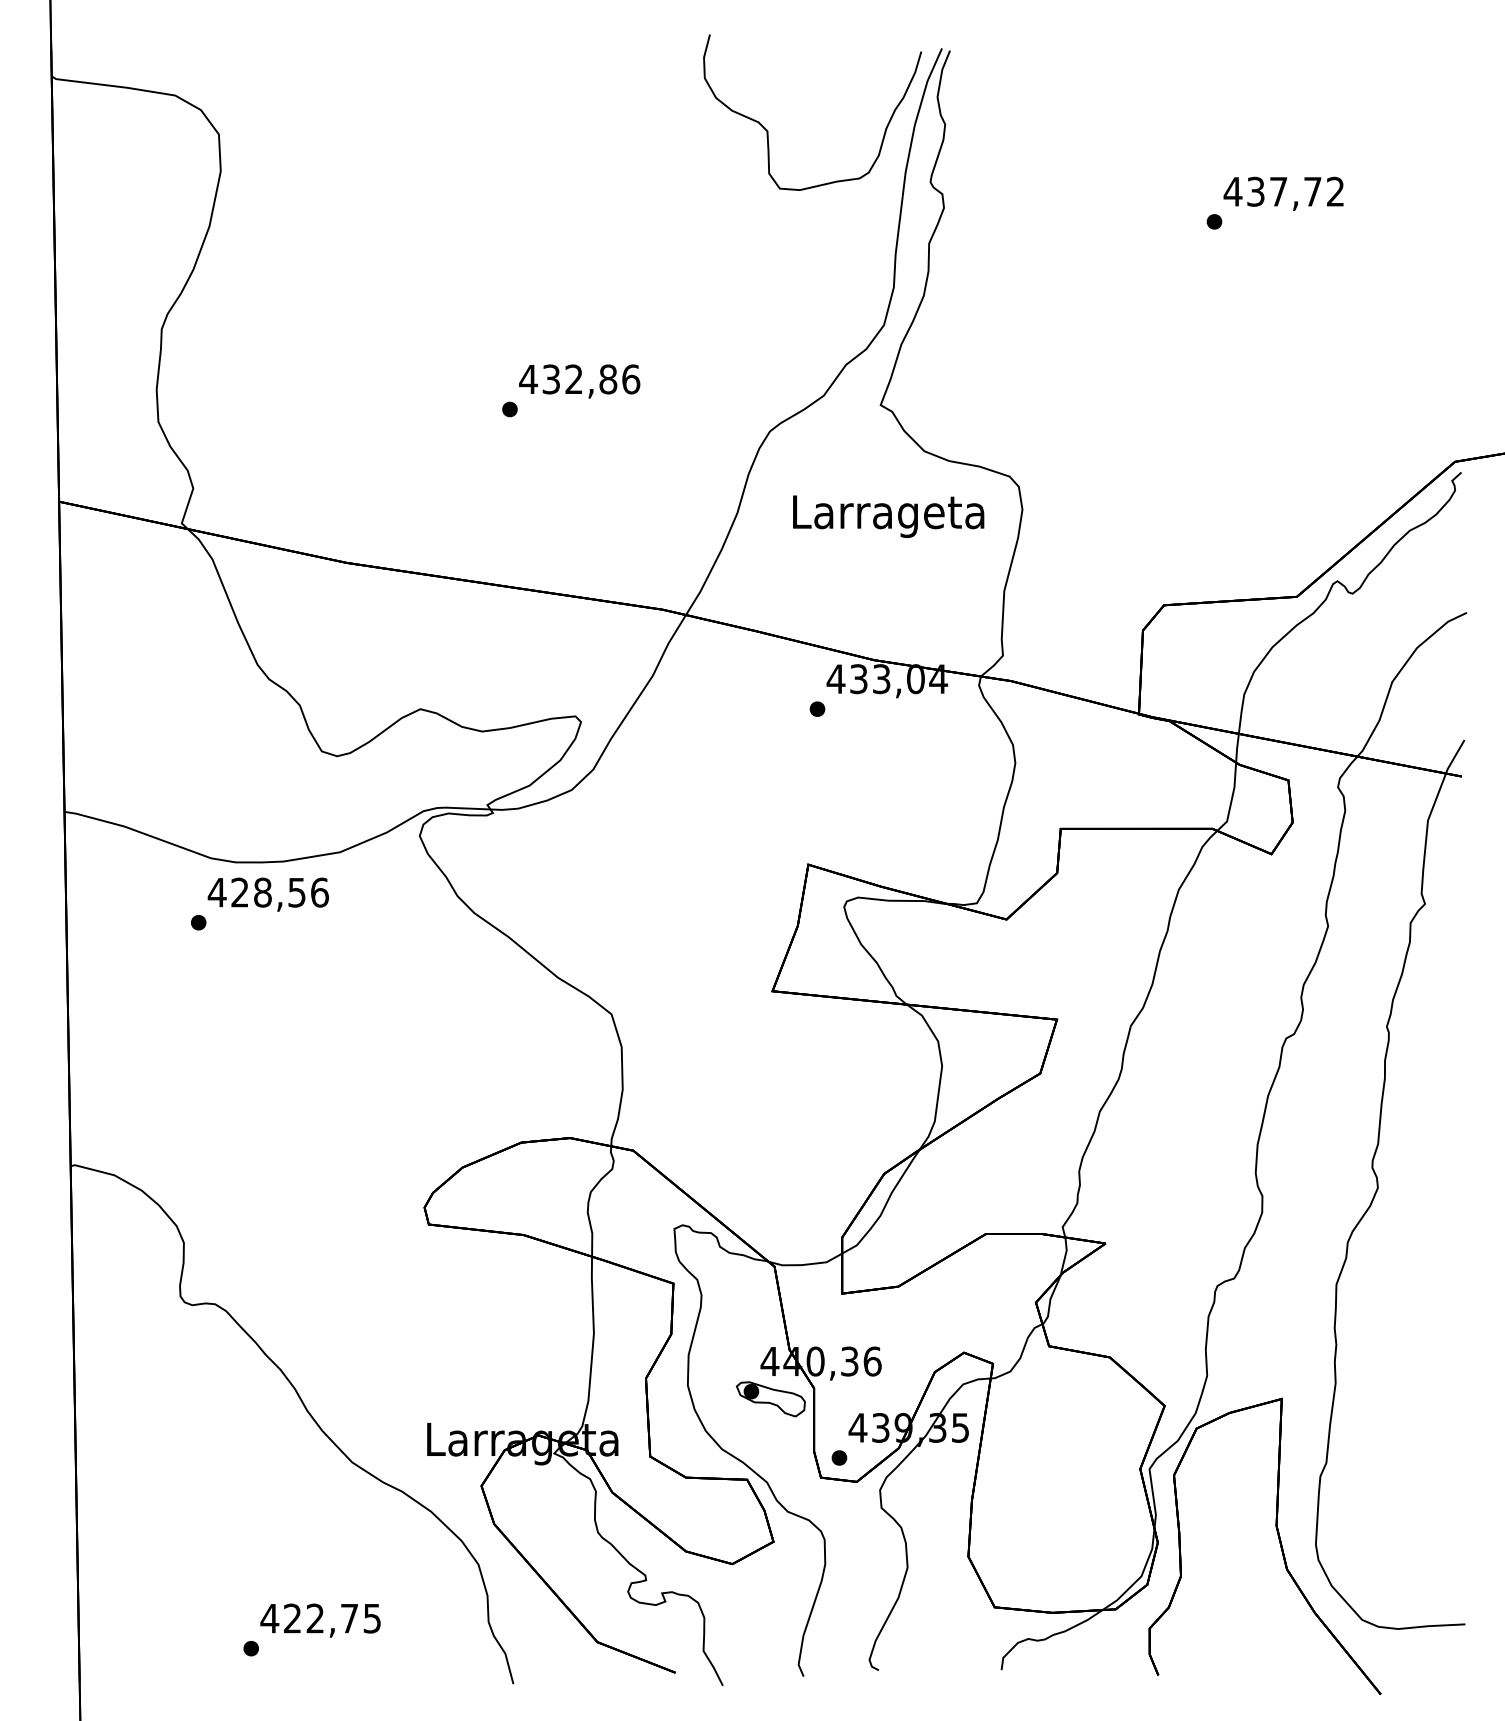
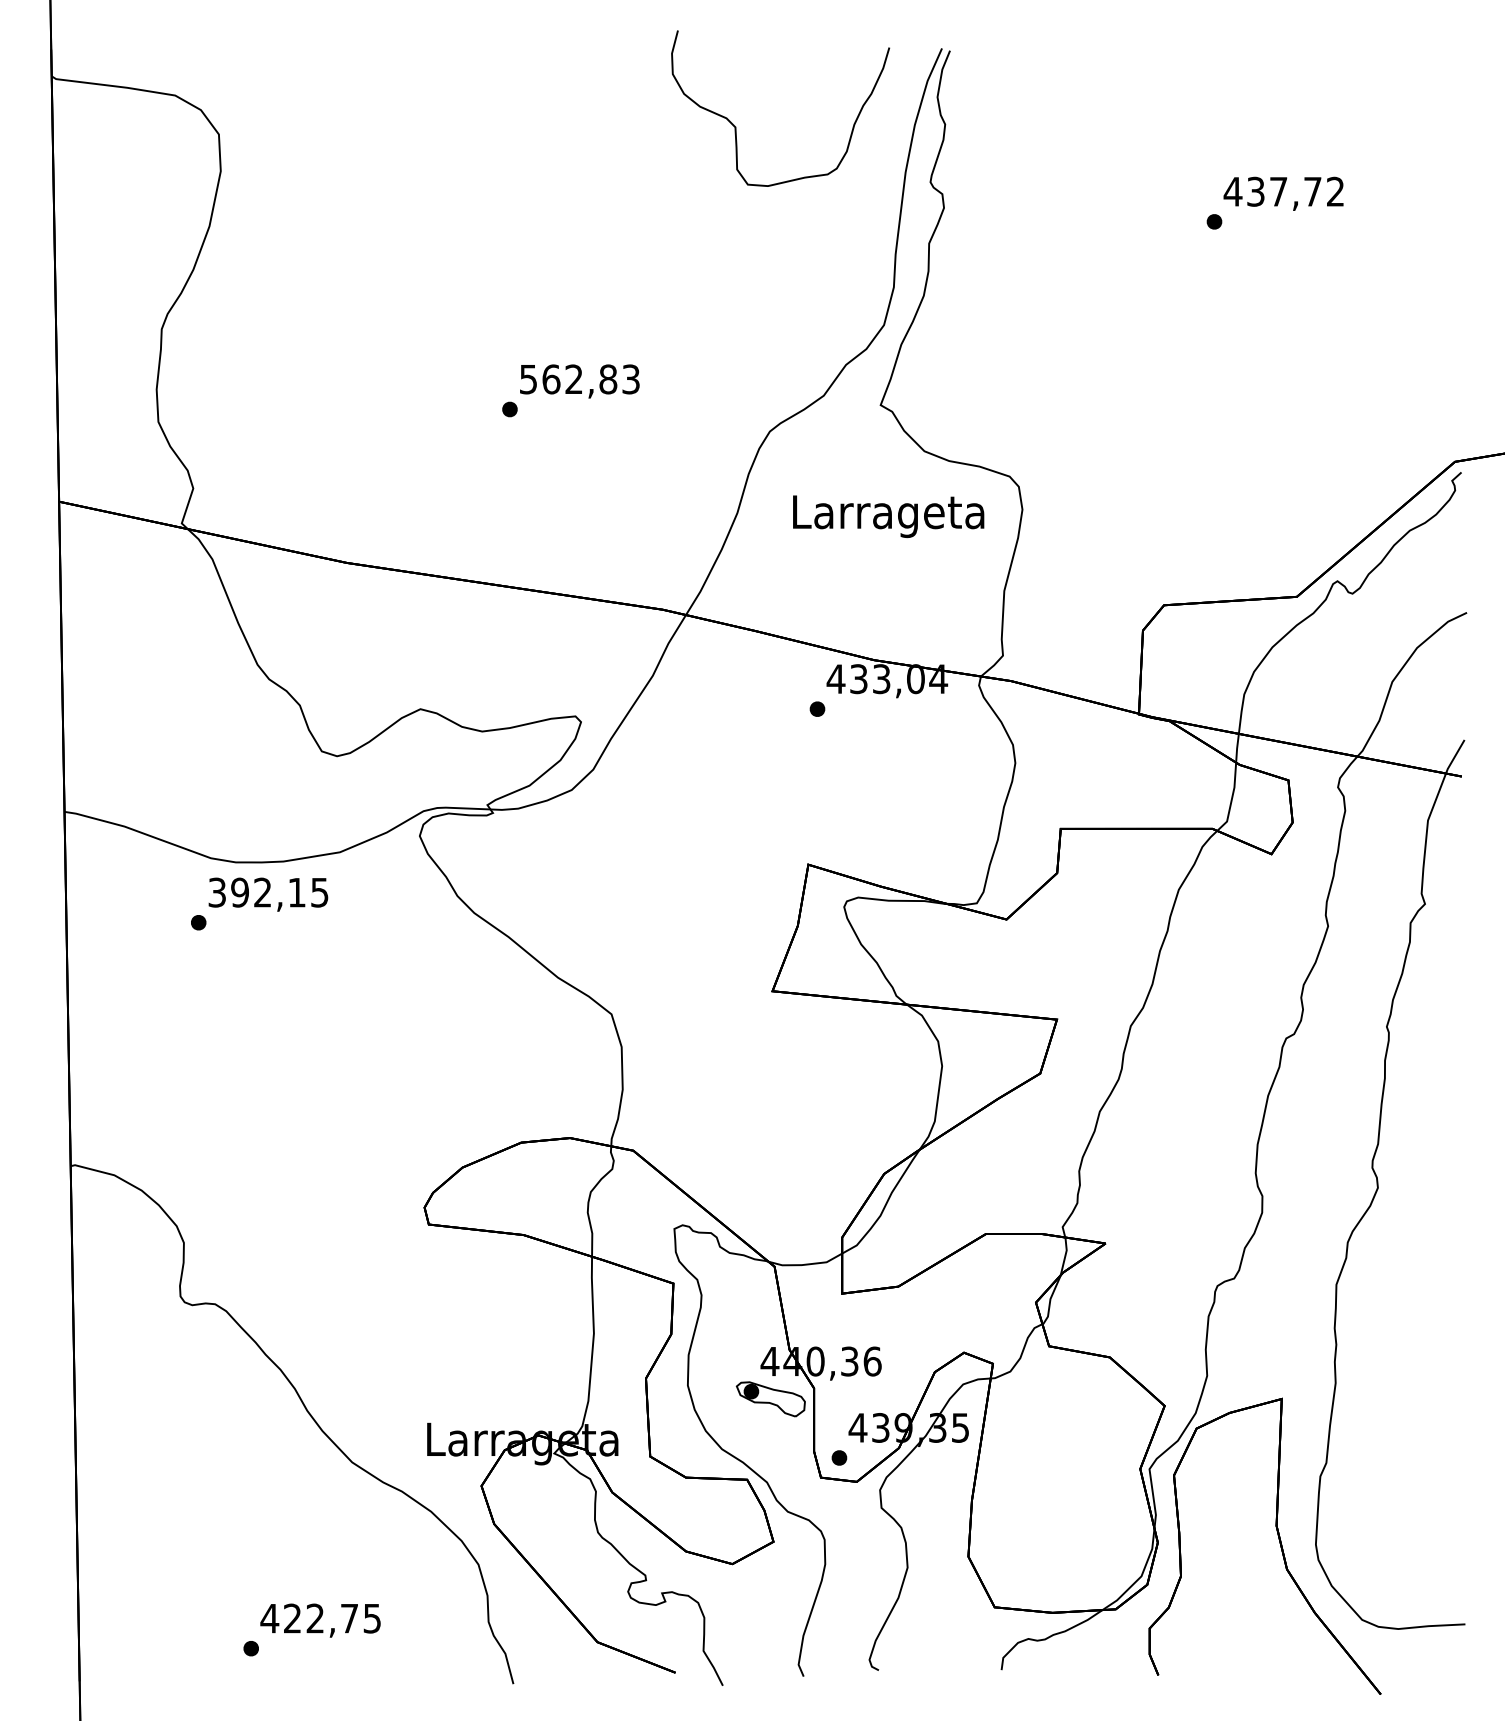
curve at (768, 131) position: (768, 131) -> (736, 127)
text at (579, 379): 432,86 -> 562,83
text at (267, 892): 428,56 -> 392,15
